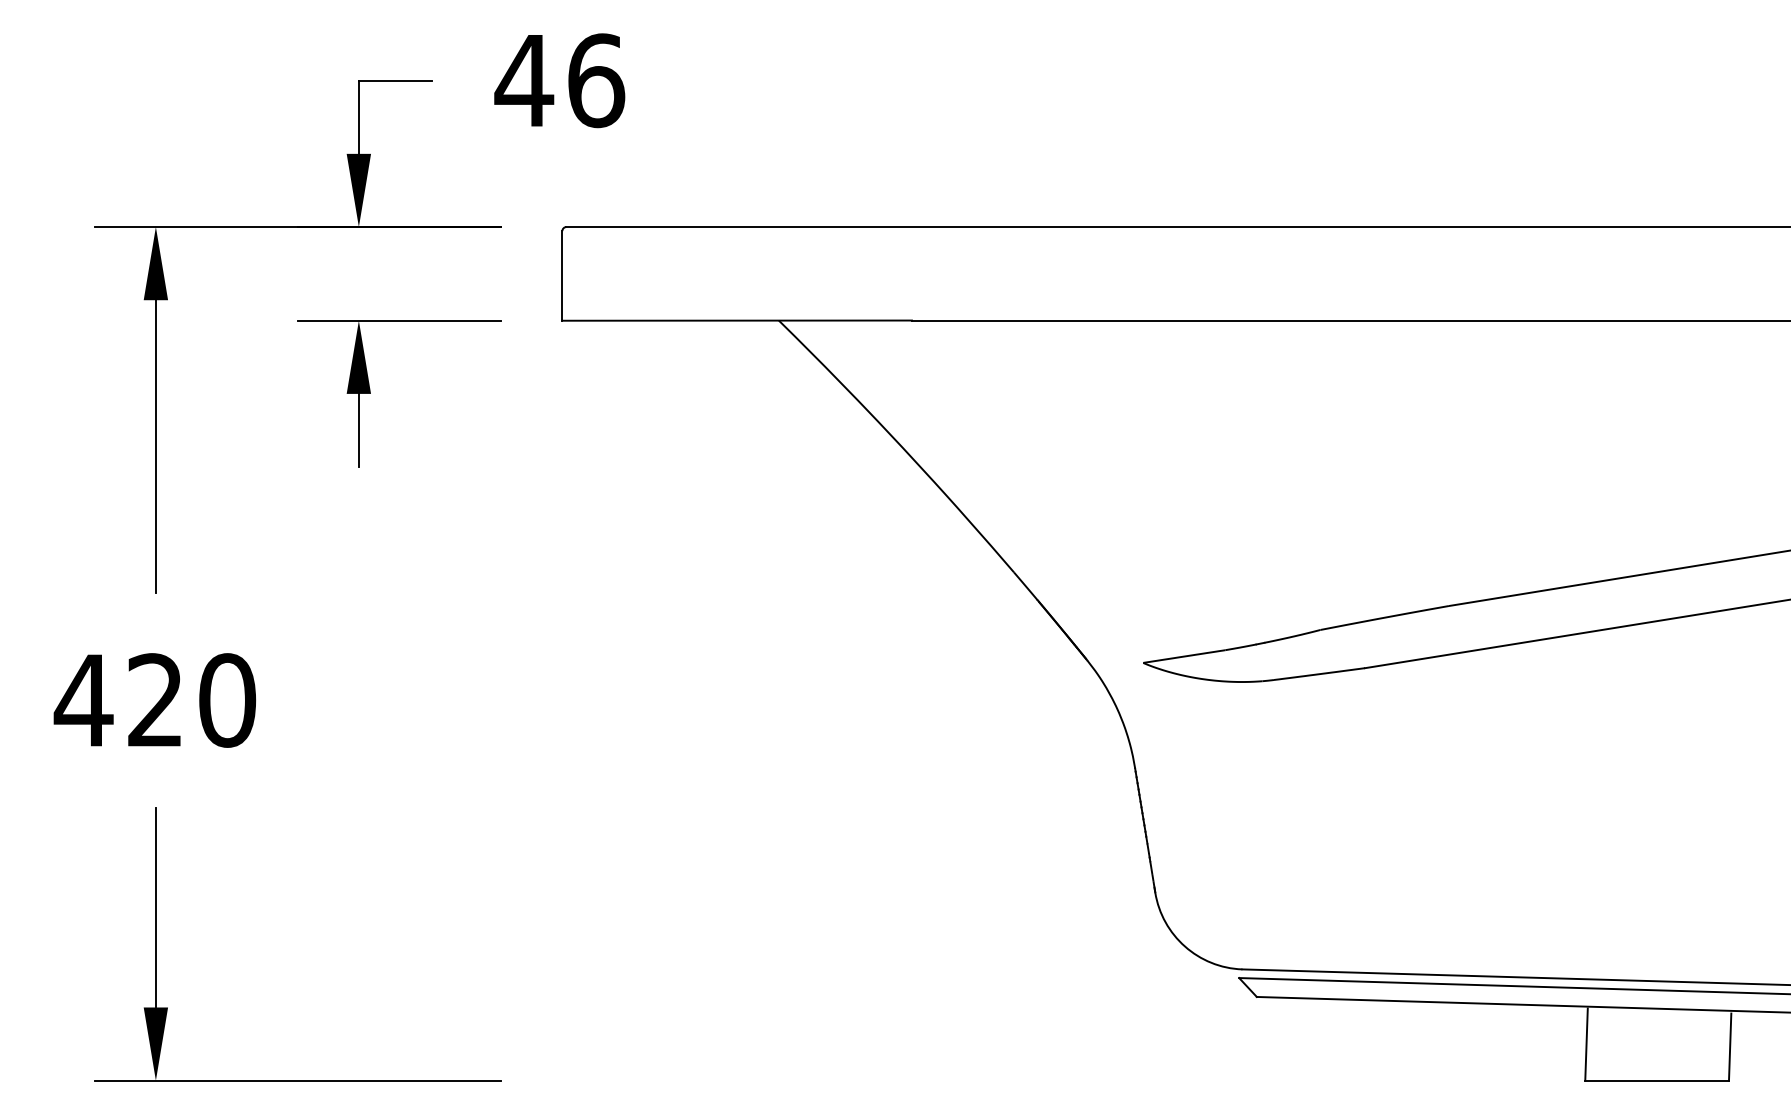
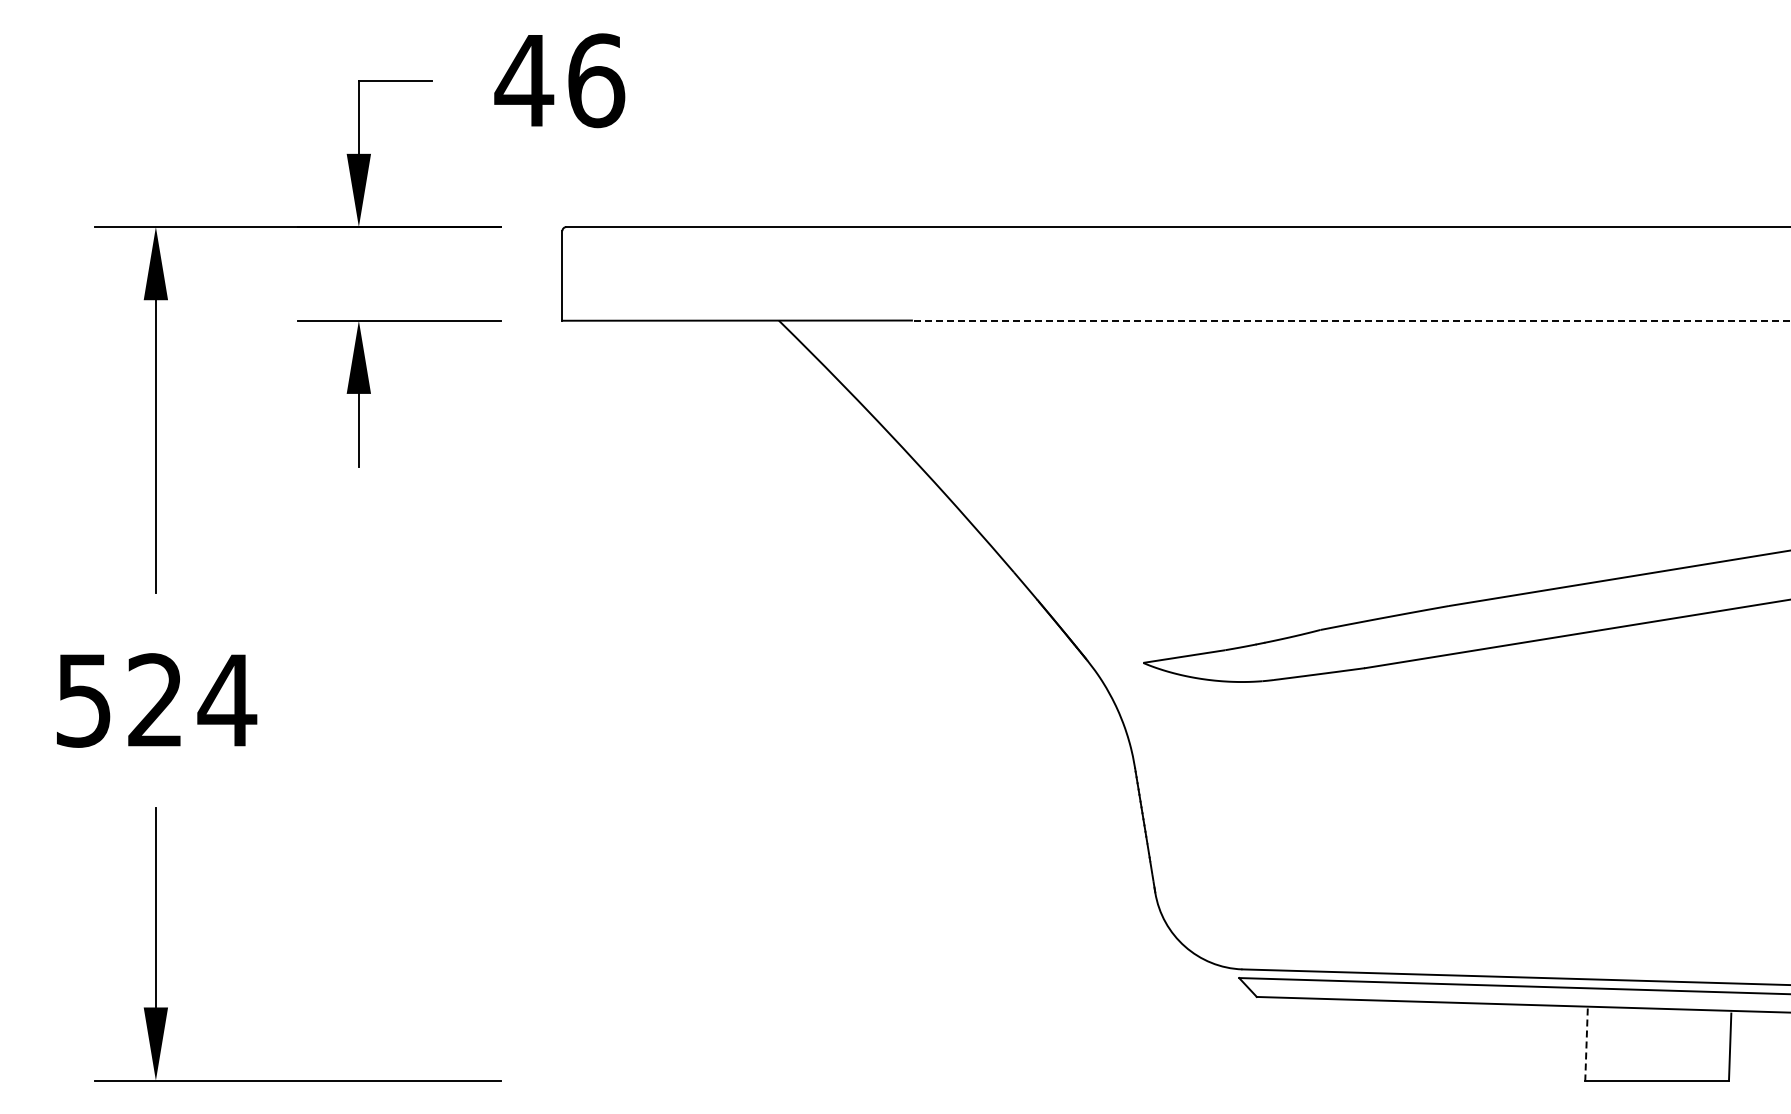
line at (1350, 320): solid -> dashed
text at (155, 700): 420 -> 524
line at (1586, 1045): solid -> dashed
